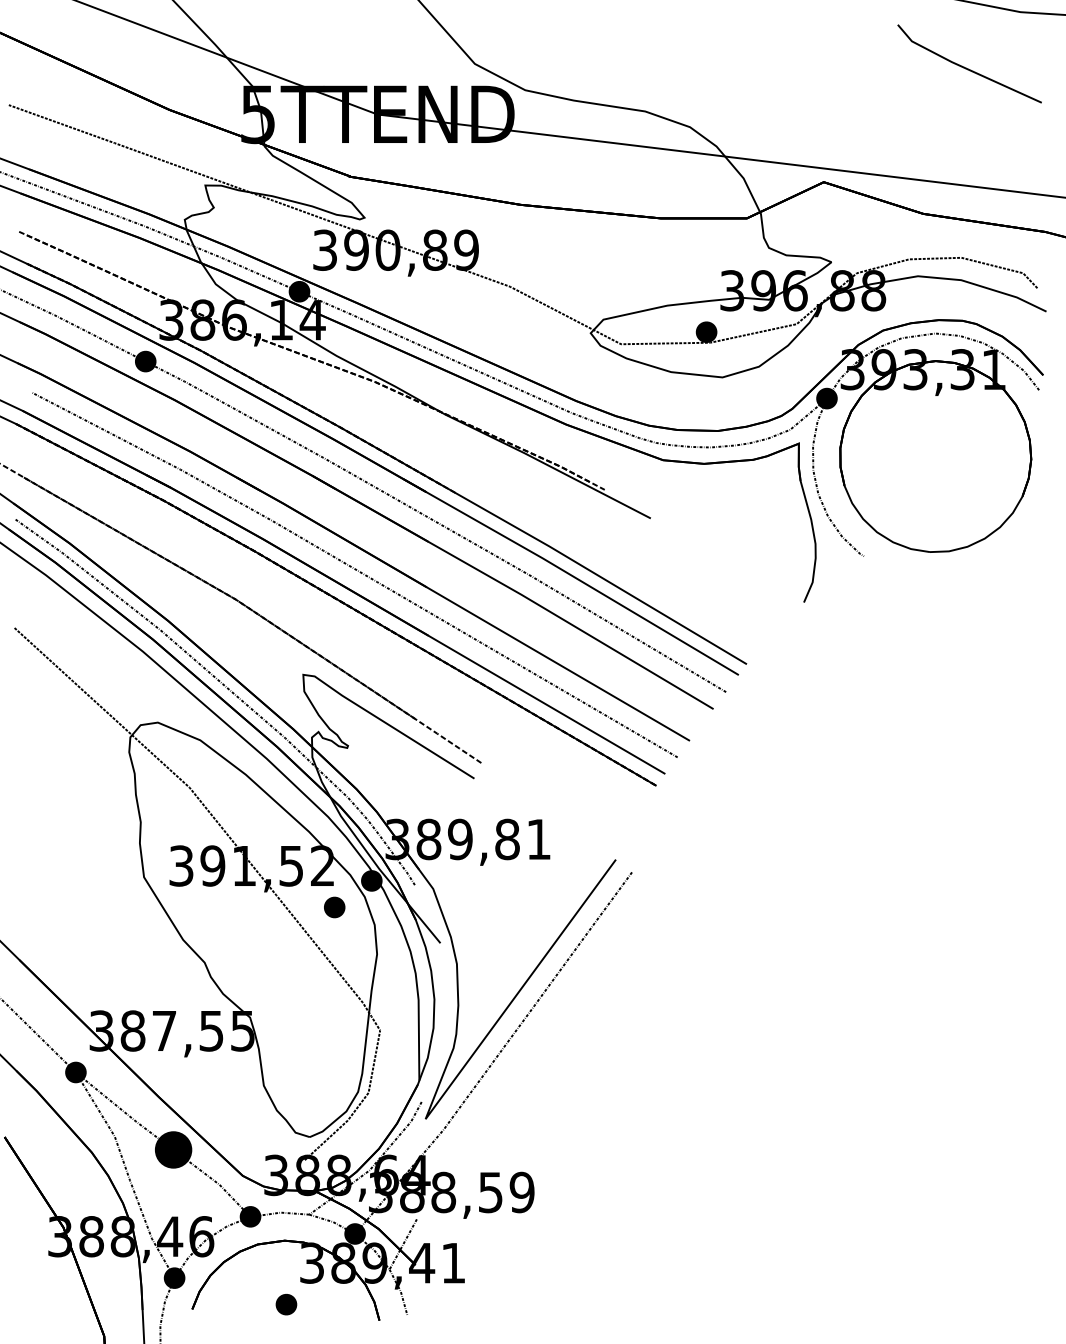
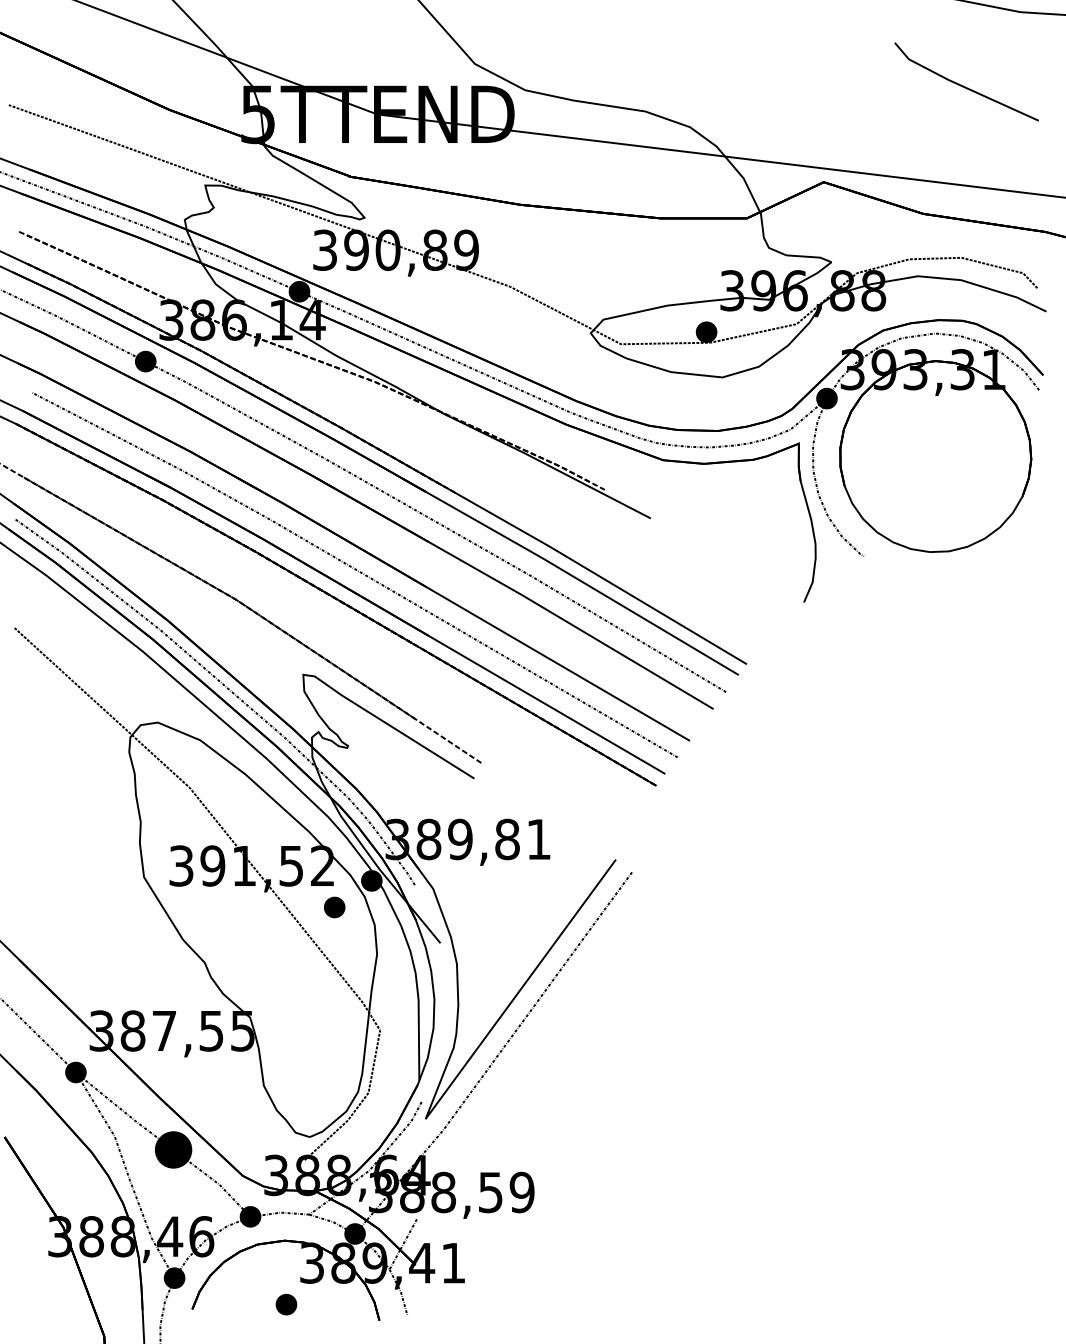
line at (966, 67) position: (966, 67) -> (963, 85)
